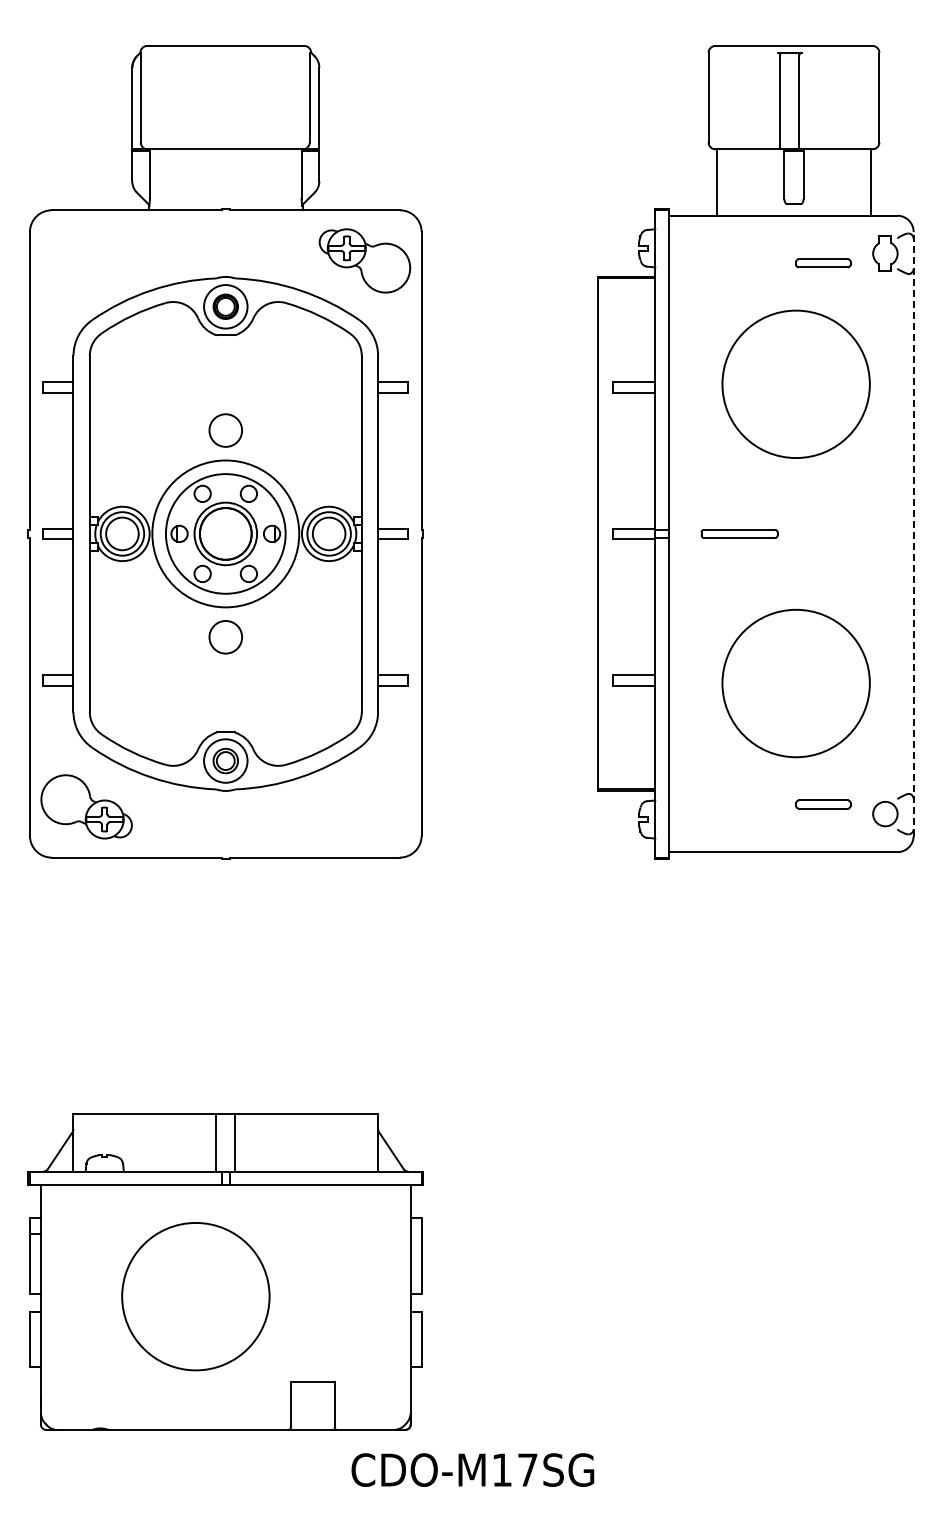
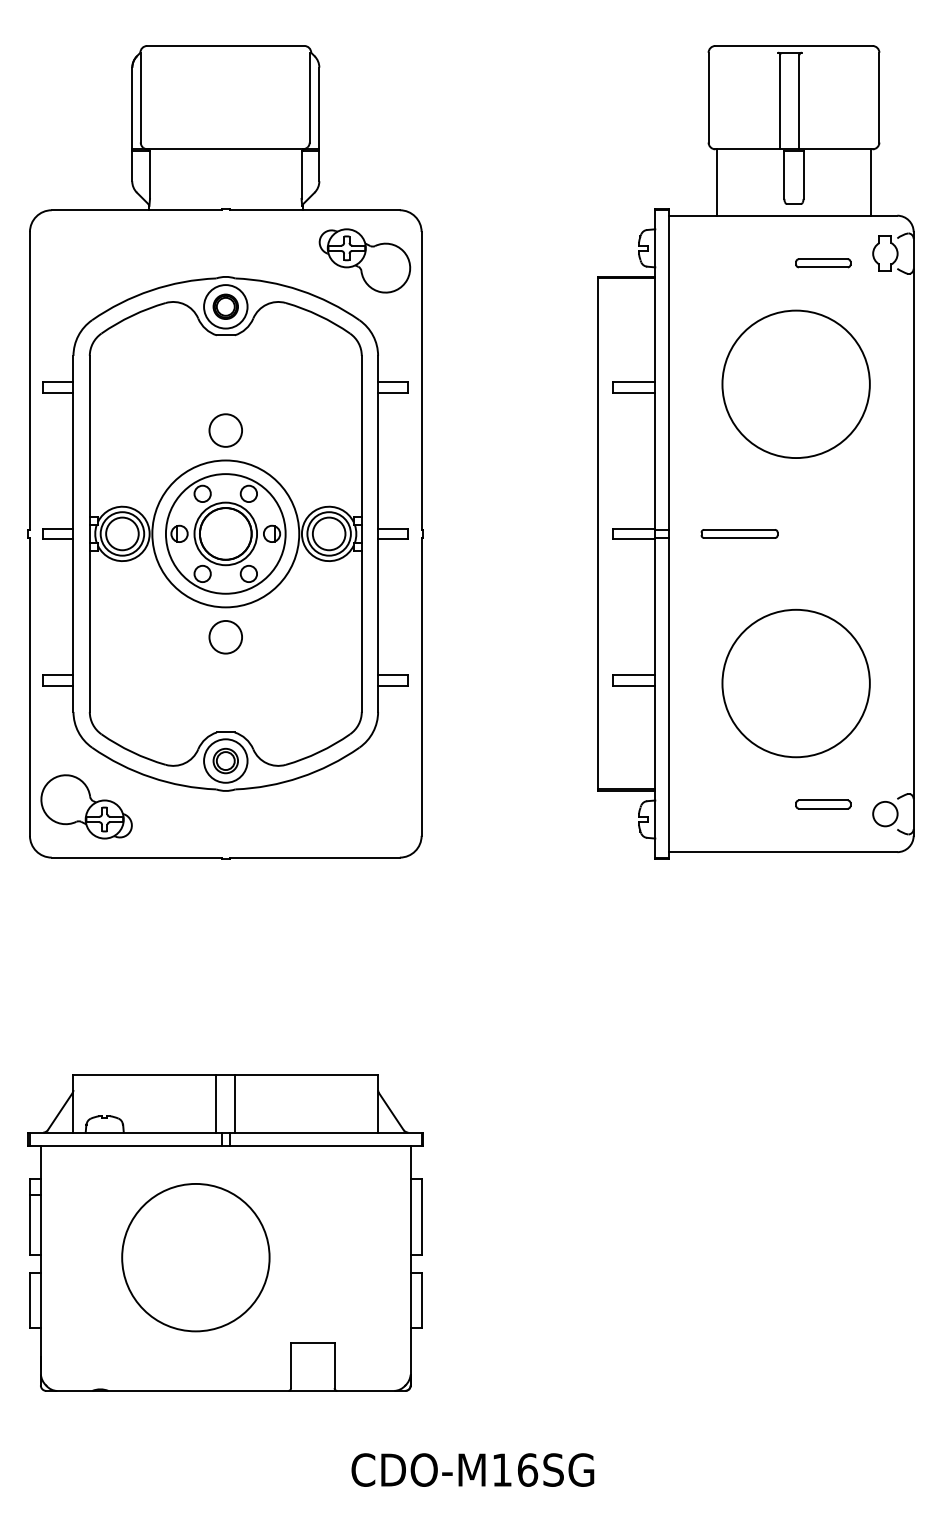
line at (913, 533): dashed -> solid
part at (225, 1271) position: (225, 1271) -> (225, 1232)
text at (528, 1469): CDO-M17SG -> CDO-M16SG
